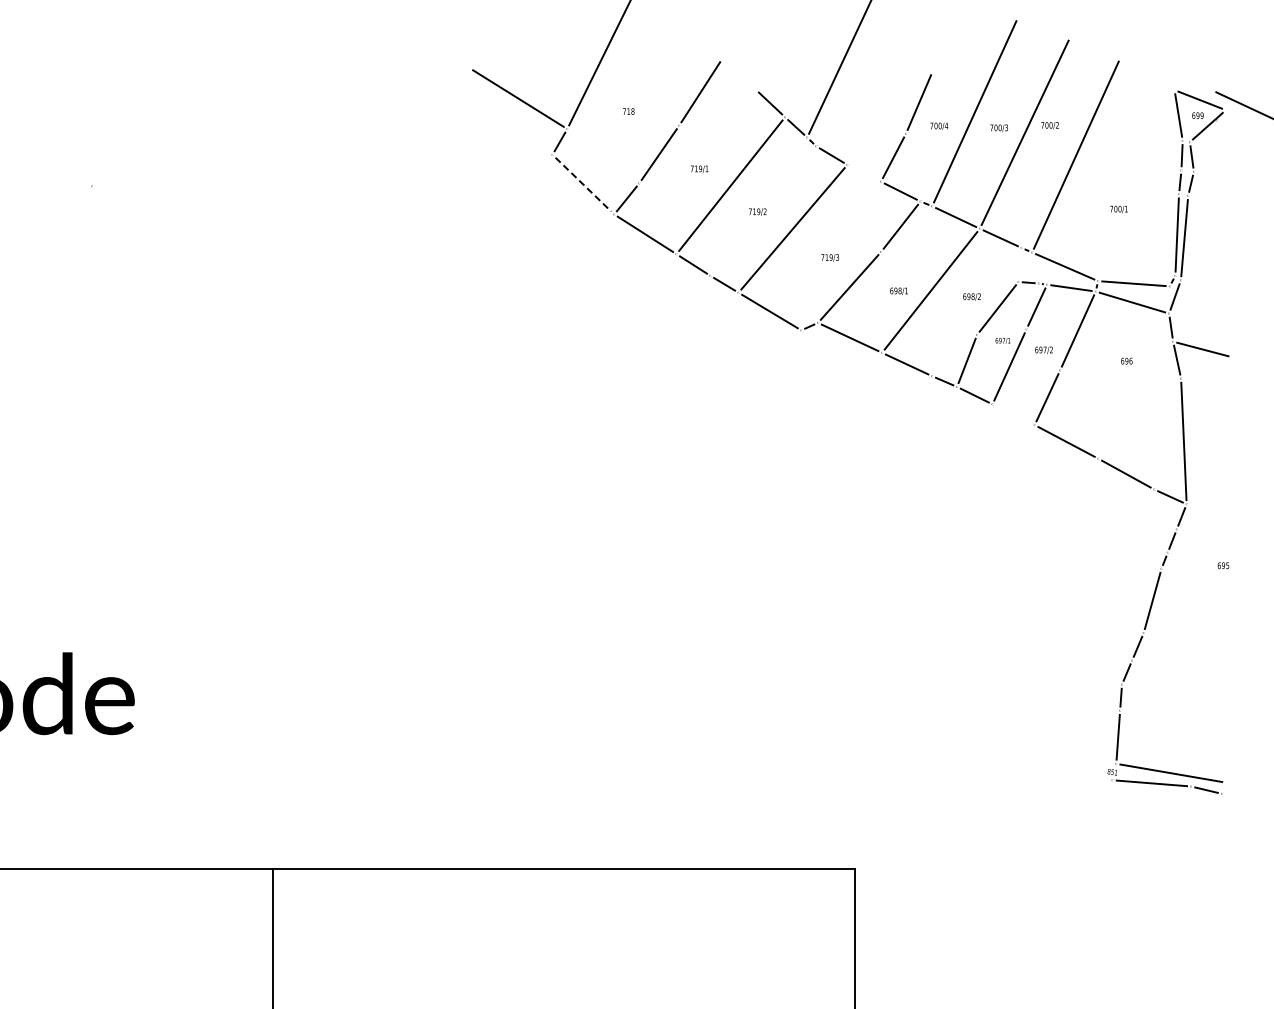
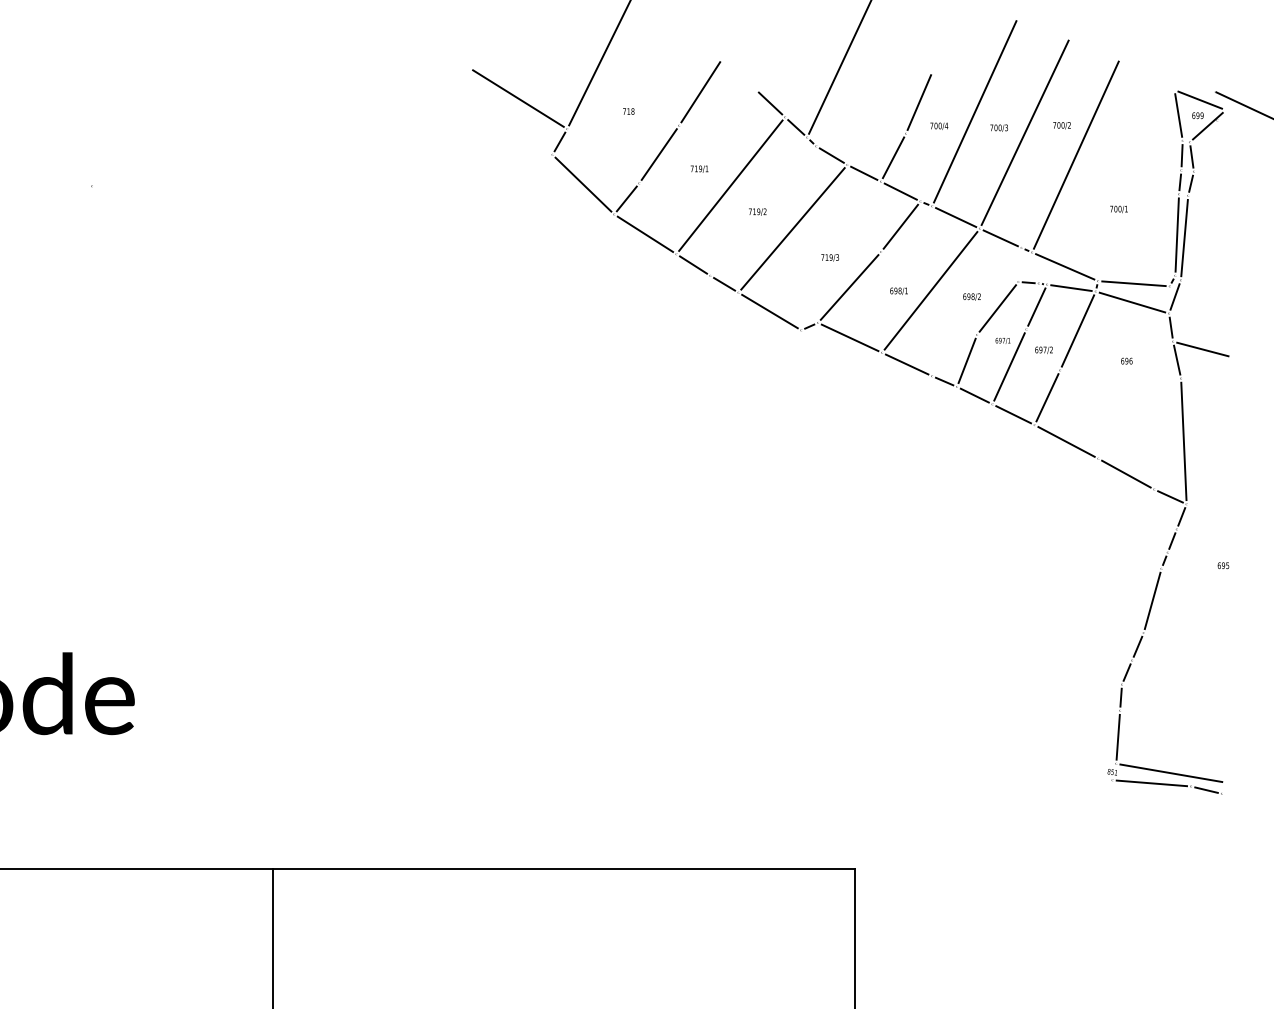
text at (1049, 125) position: (1049, 125) -> (1061, 125)
line at (864, 172): none -> present
line at (583, 184): dashed -> solid
line at (1013, 414): none -> present
